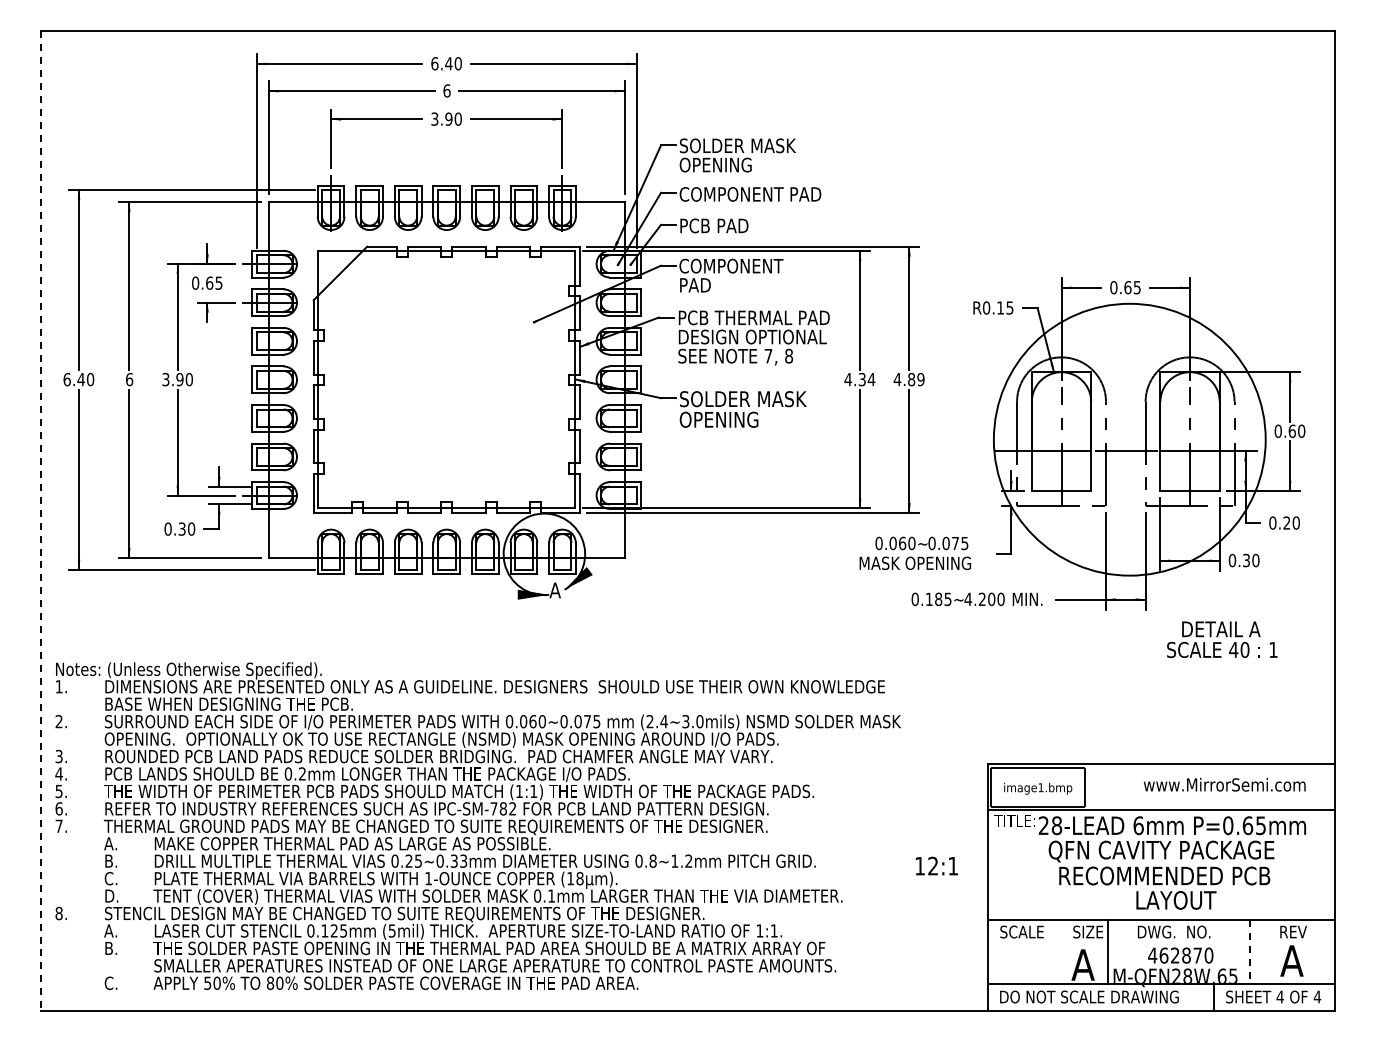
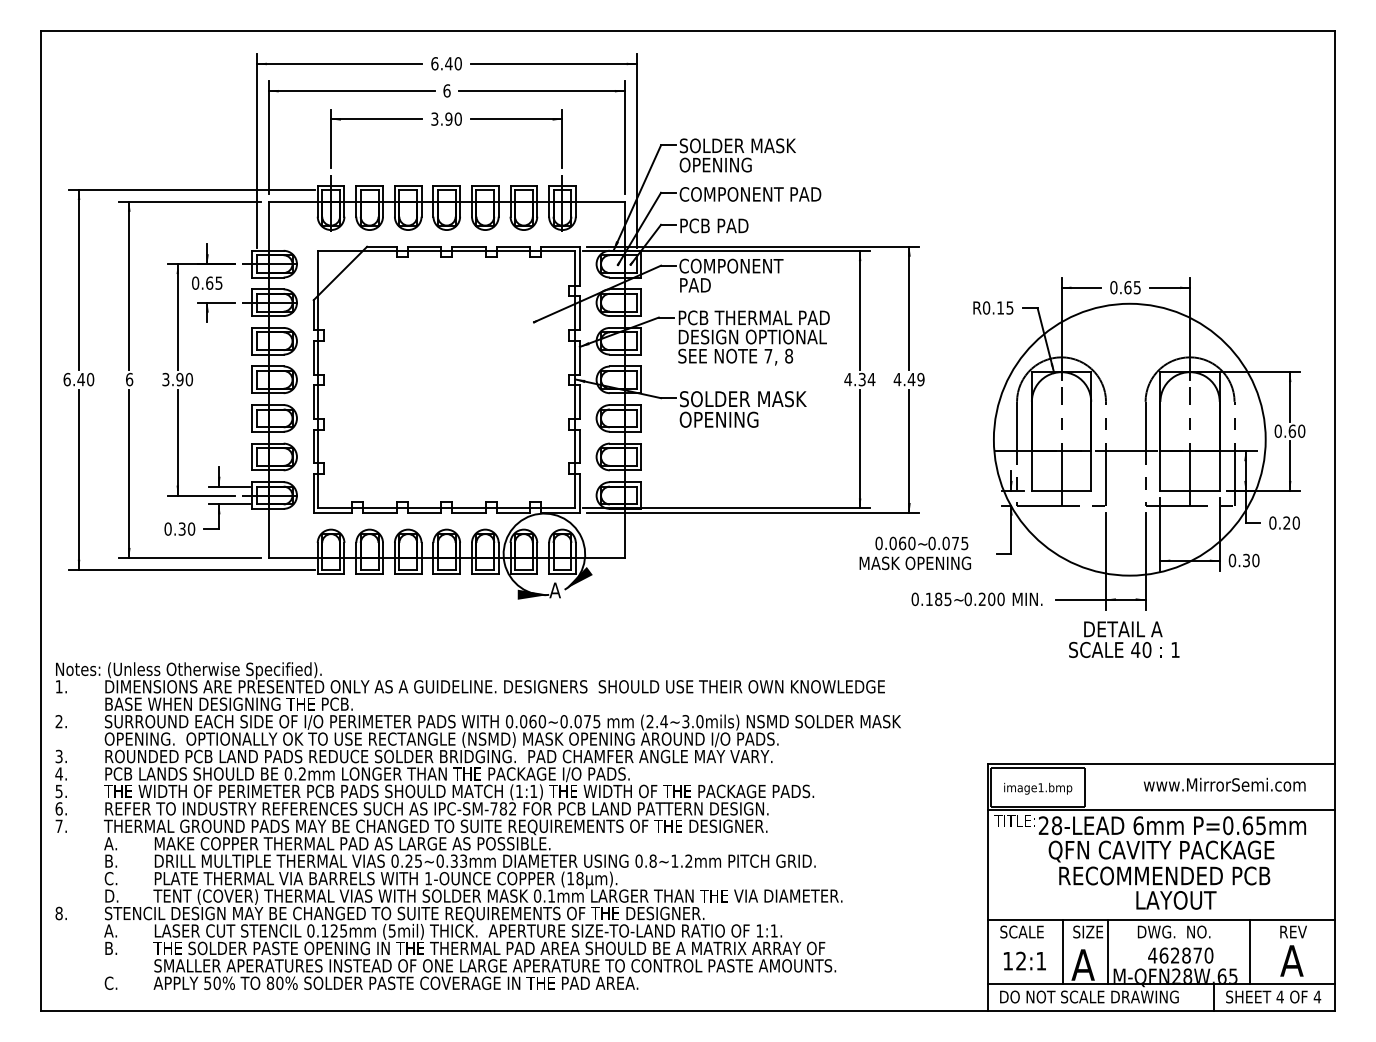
text at (911, 379): 4.89 -> 4.49
line at (41, 520): dashed -> solid
text at (968, 599): 4.200 -> 0.200
text at (1222, 639) position: (1222, 639) -> (1124, 639)
text at (936, 865) position: (936, 865) -> (1024, 960)
line at (1063, 952): none -> present
line at (1249, 952): dashed -> solid
